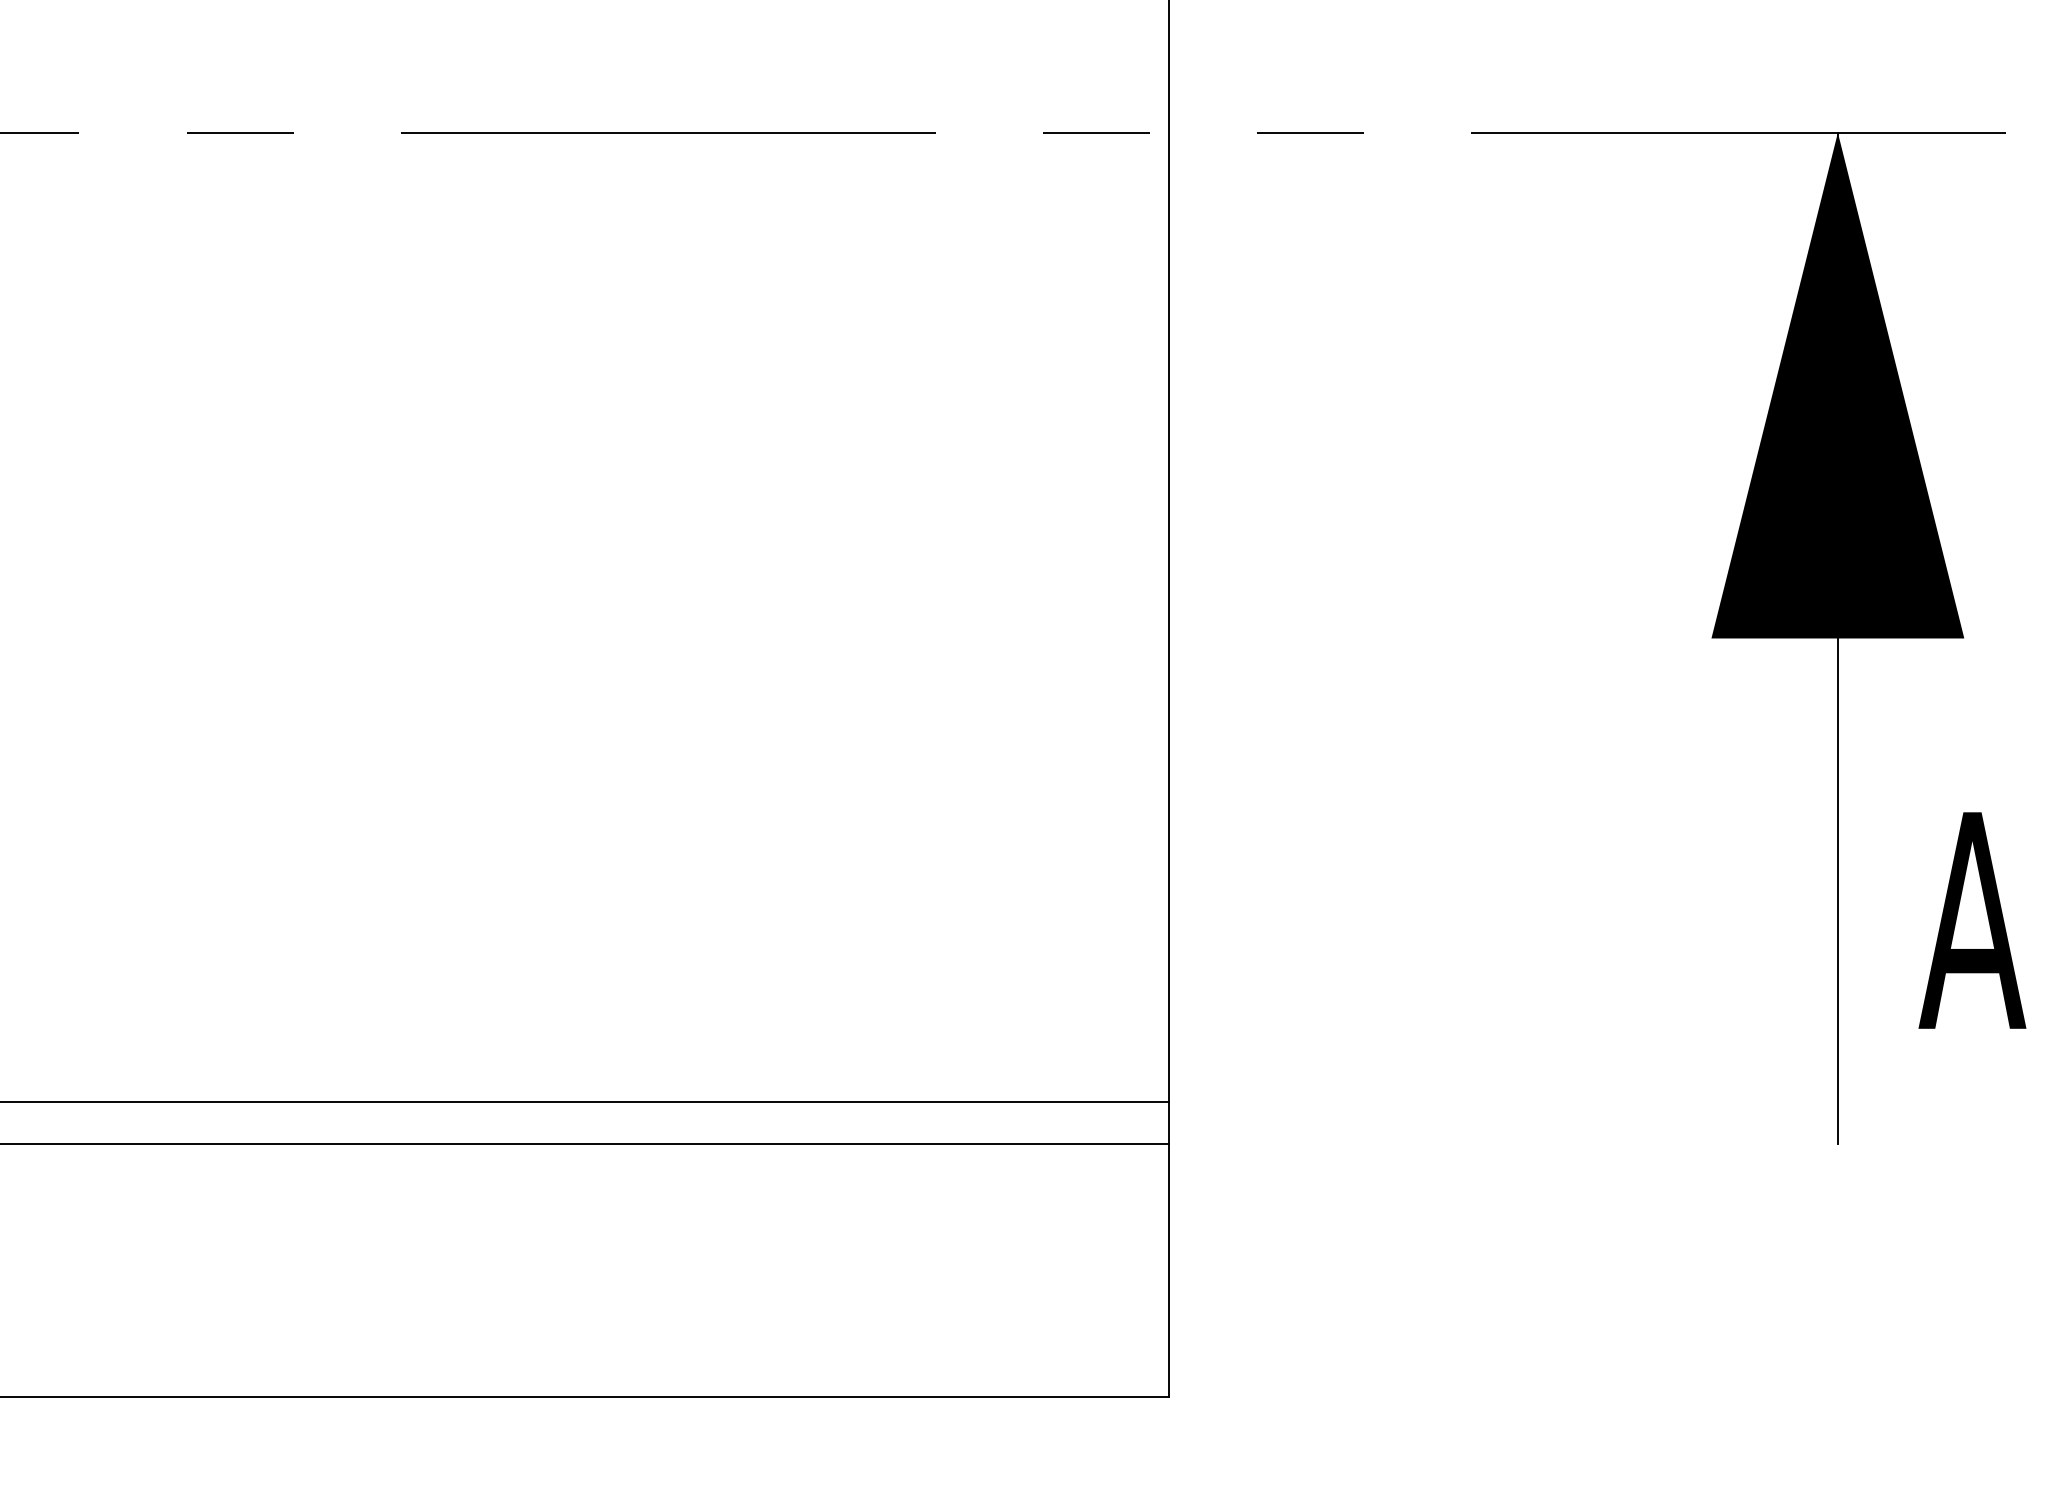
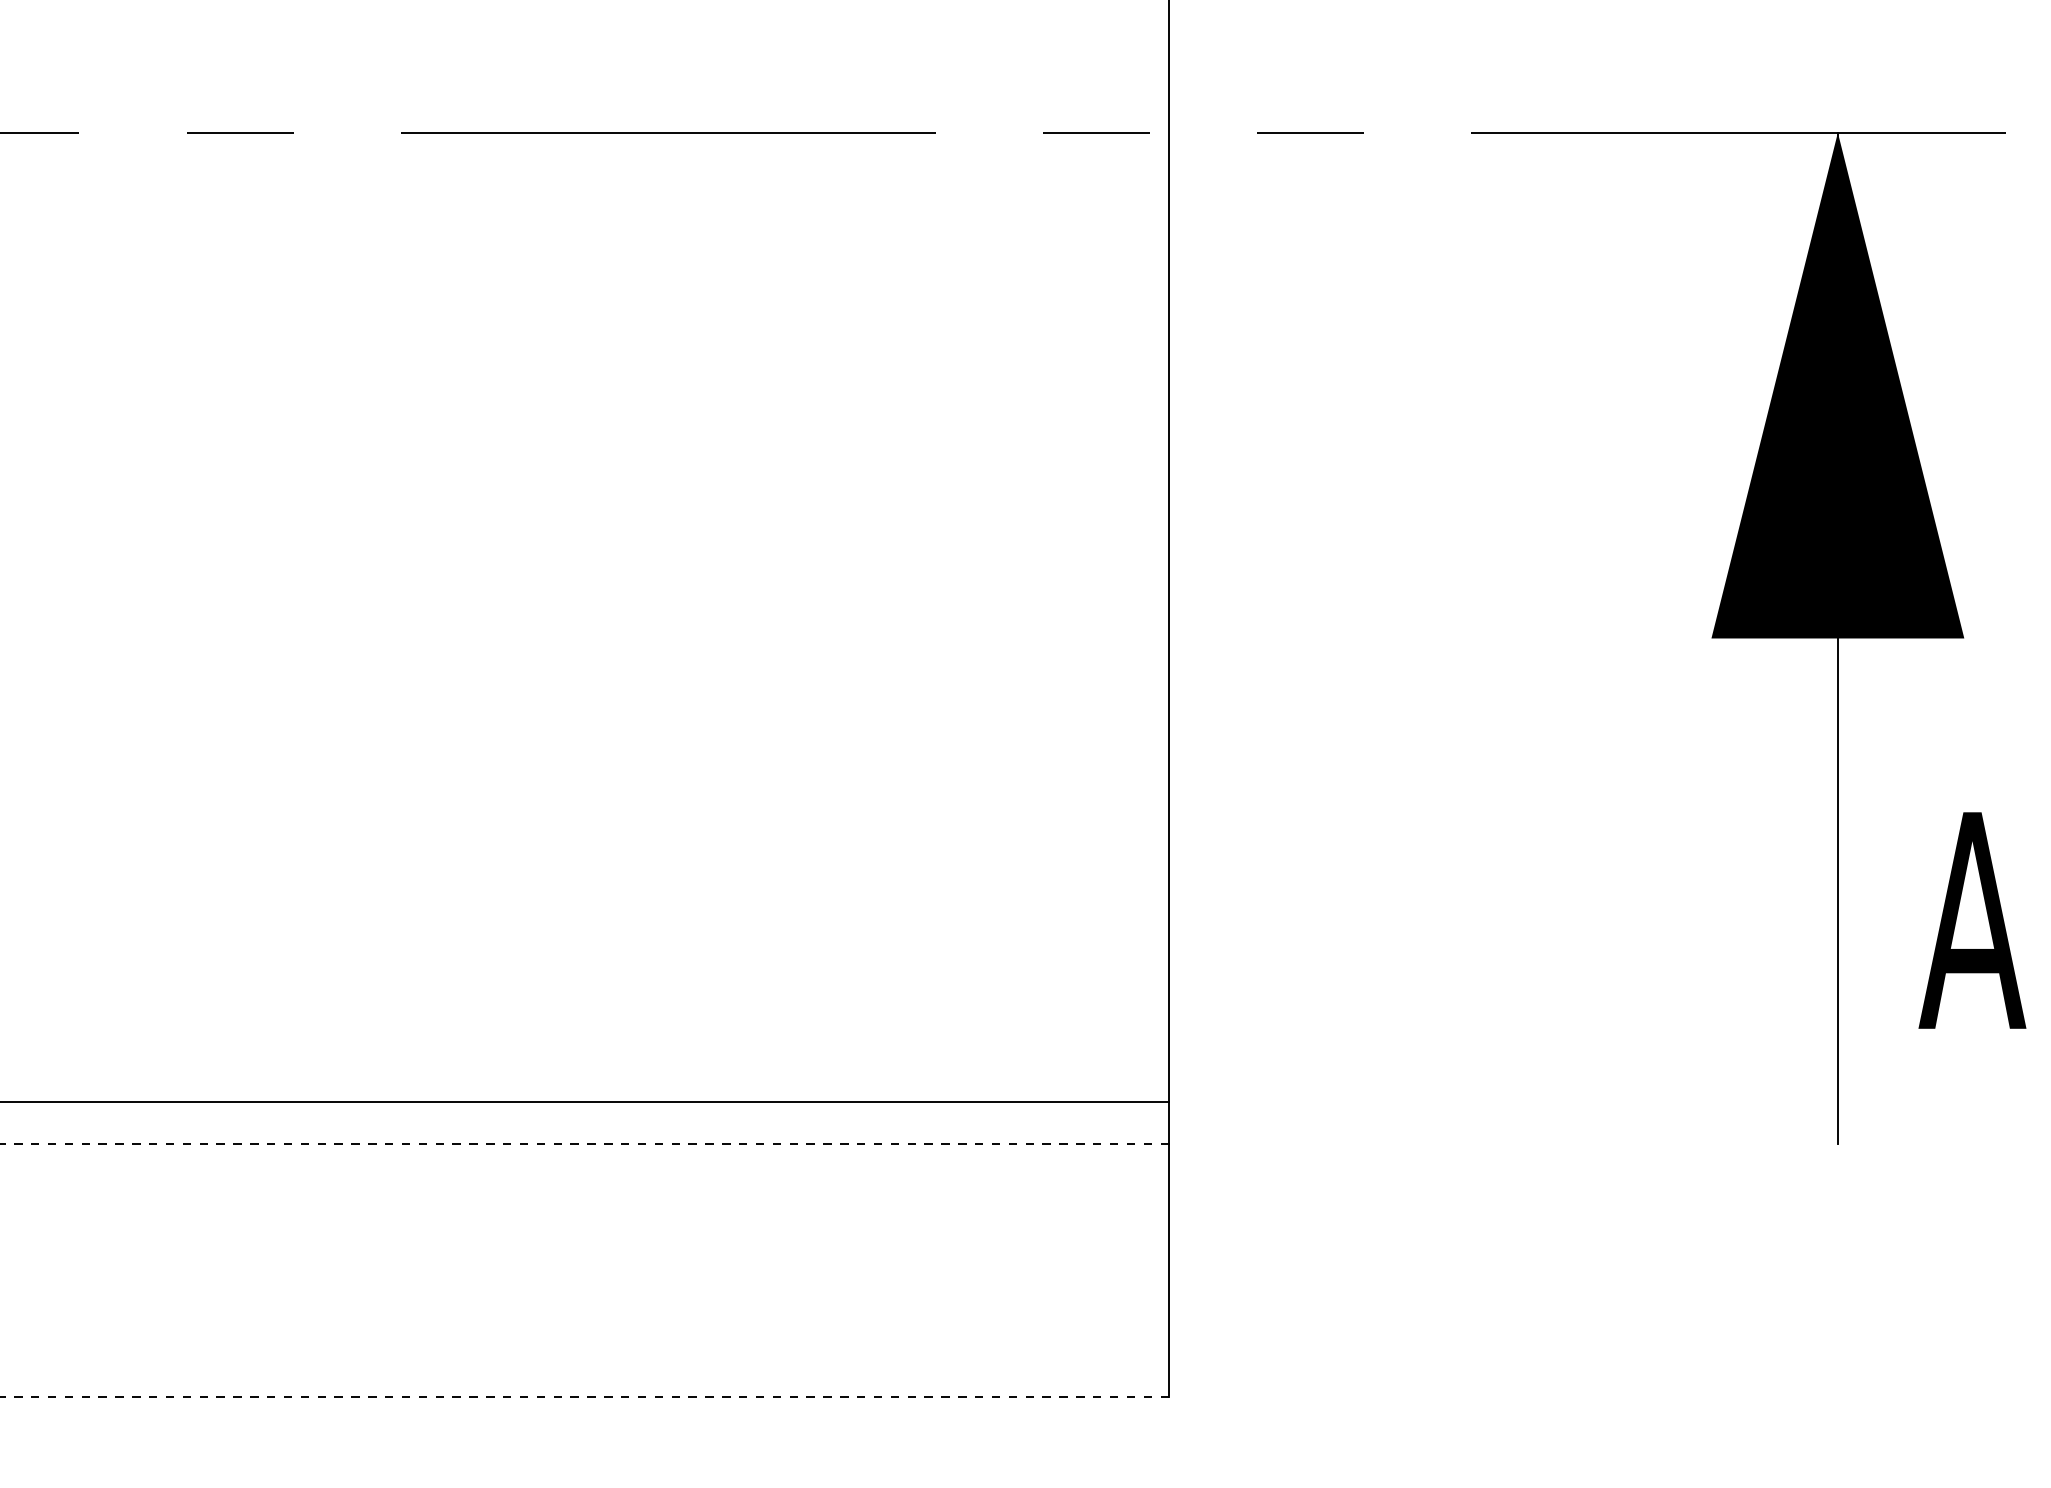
line at (584, 1144): solid -> dashed
line at (584, 1397): solid -> dashed
